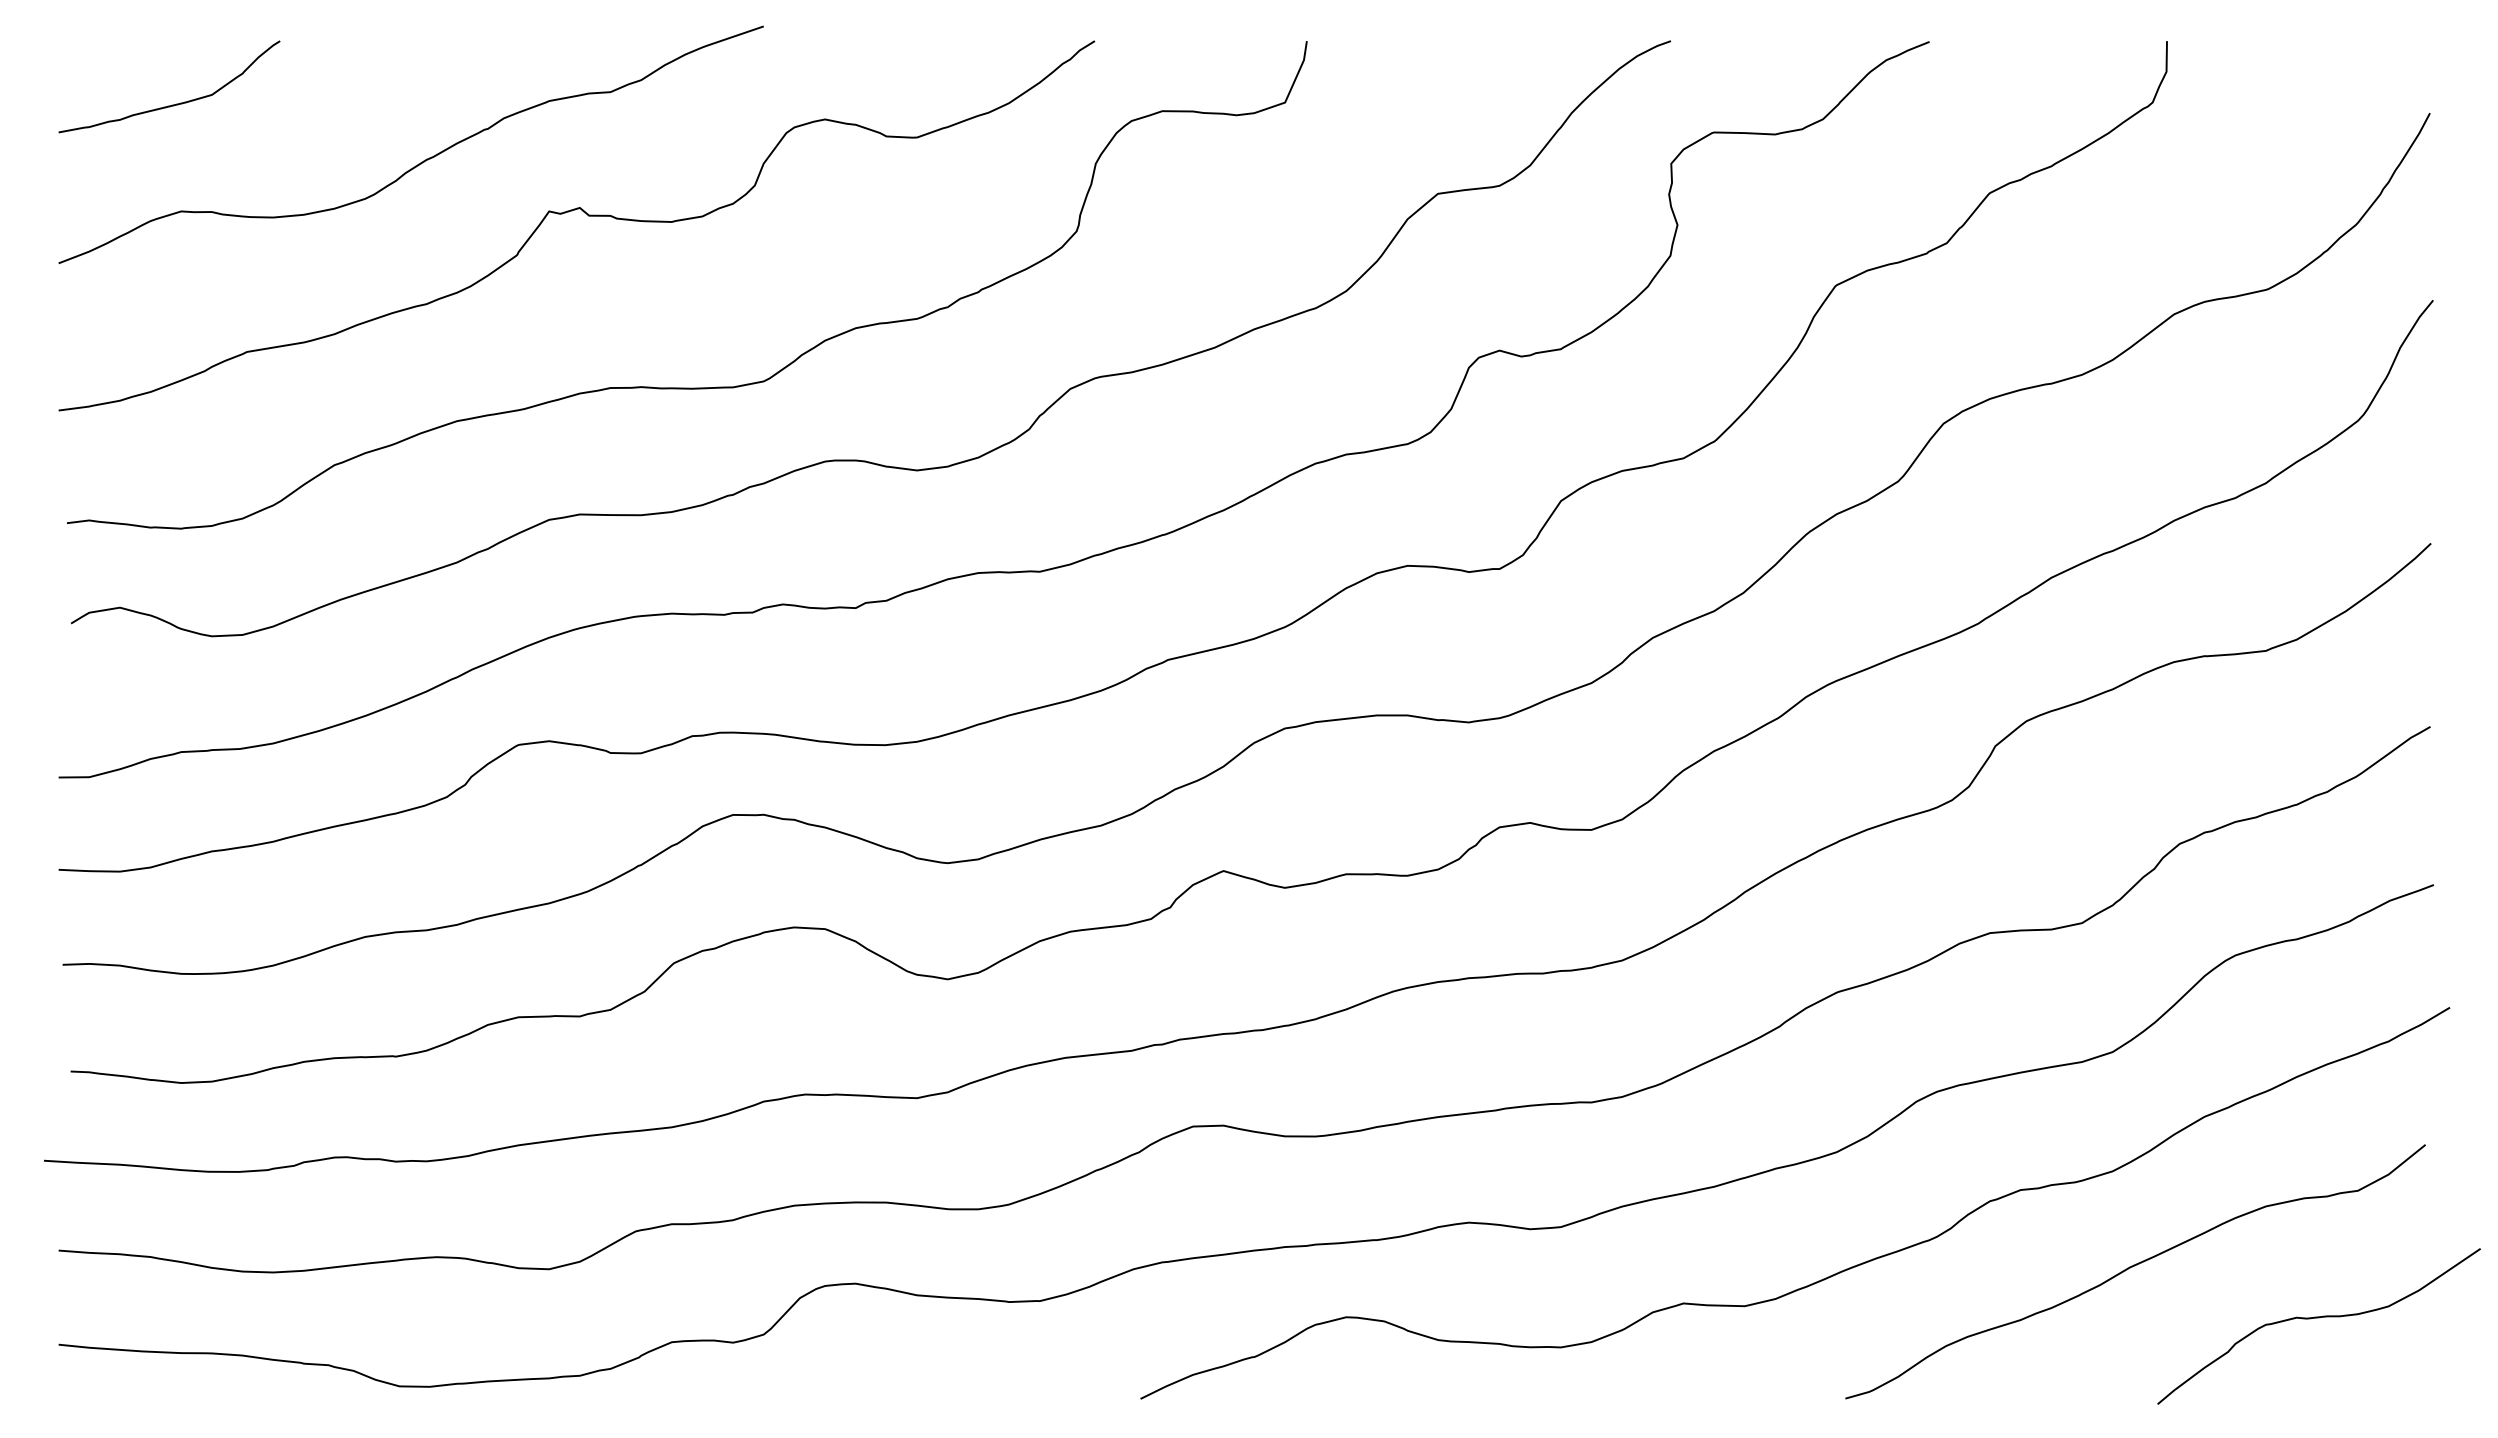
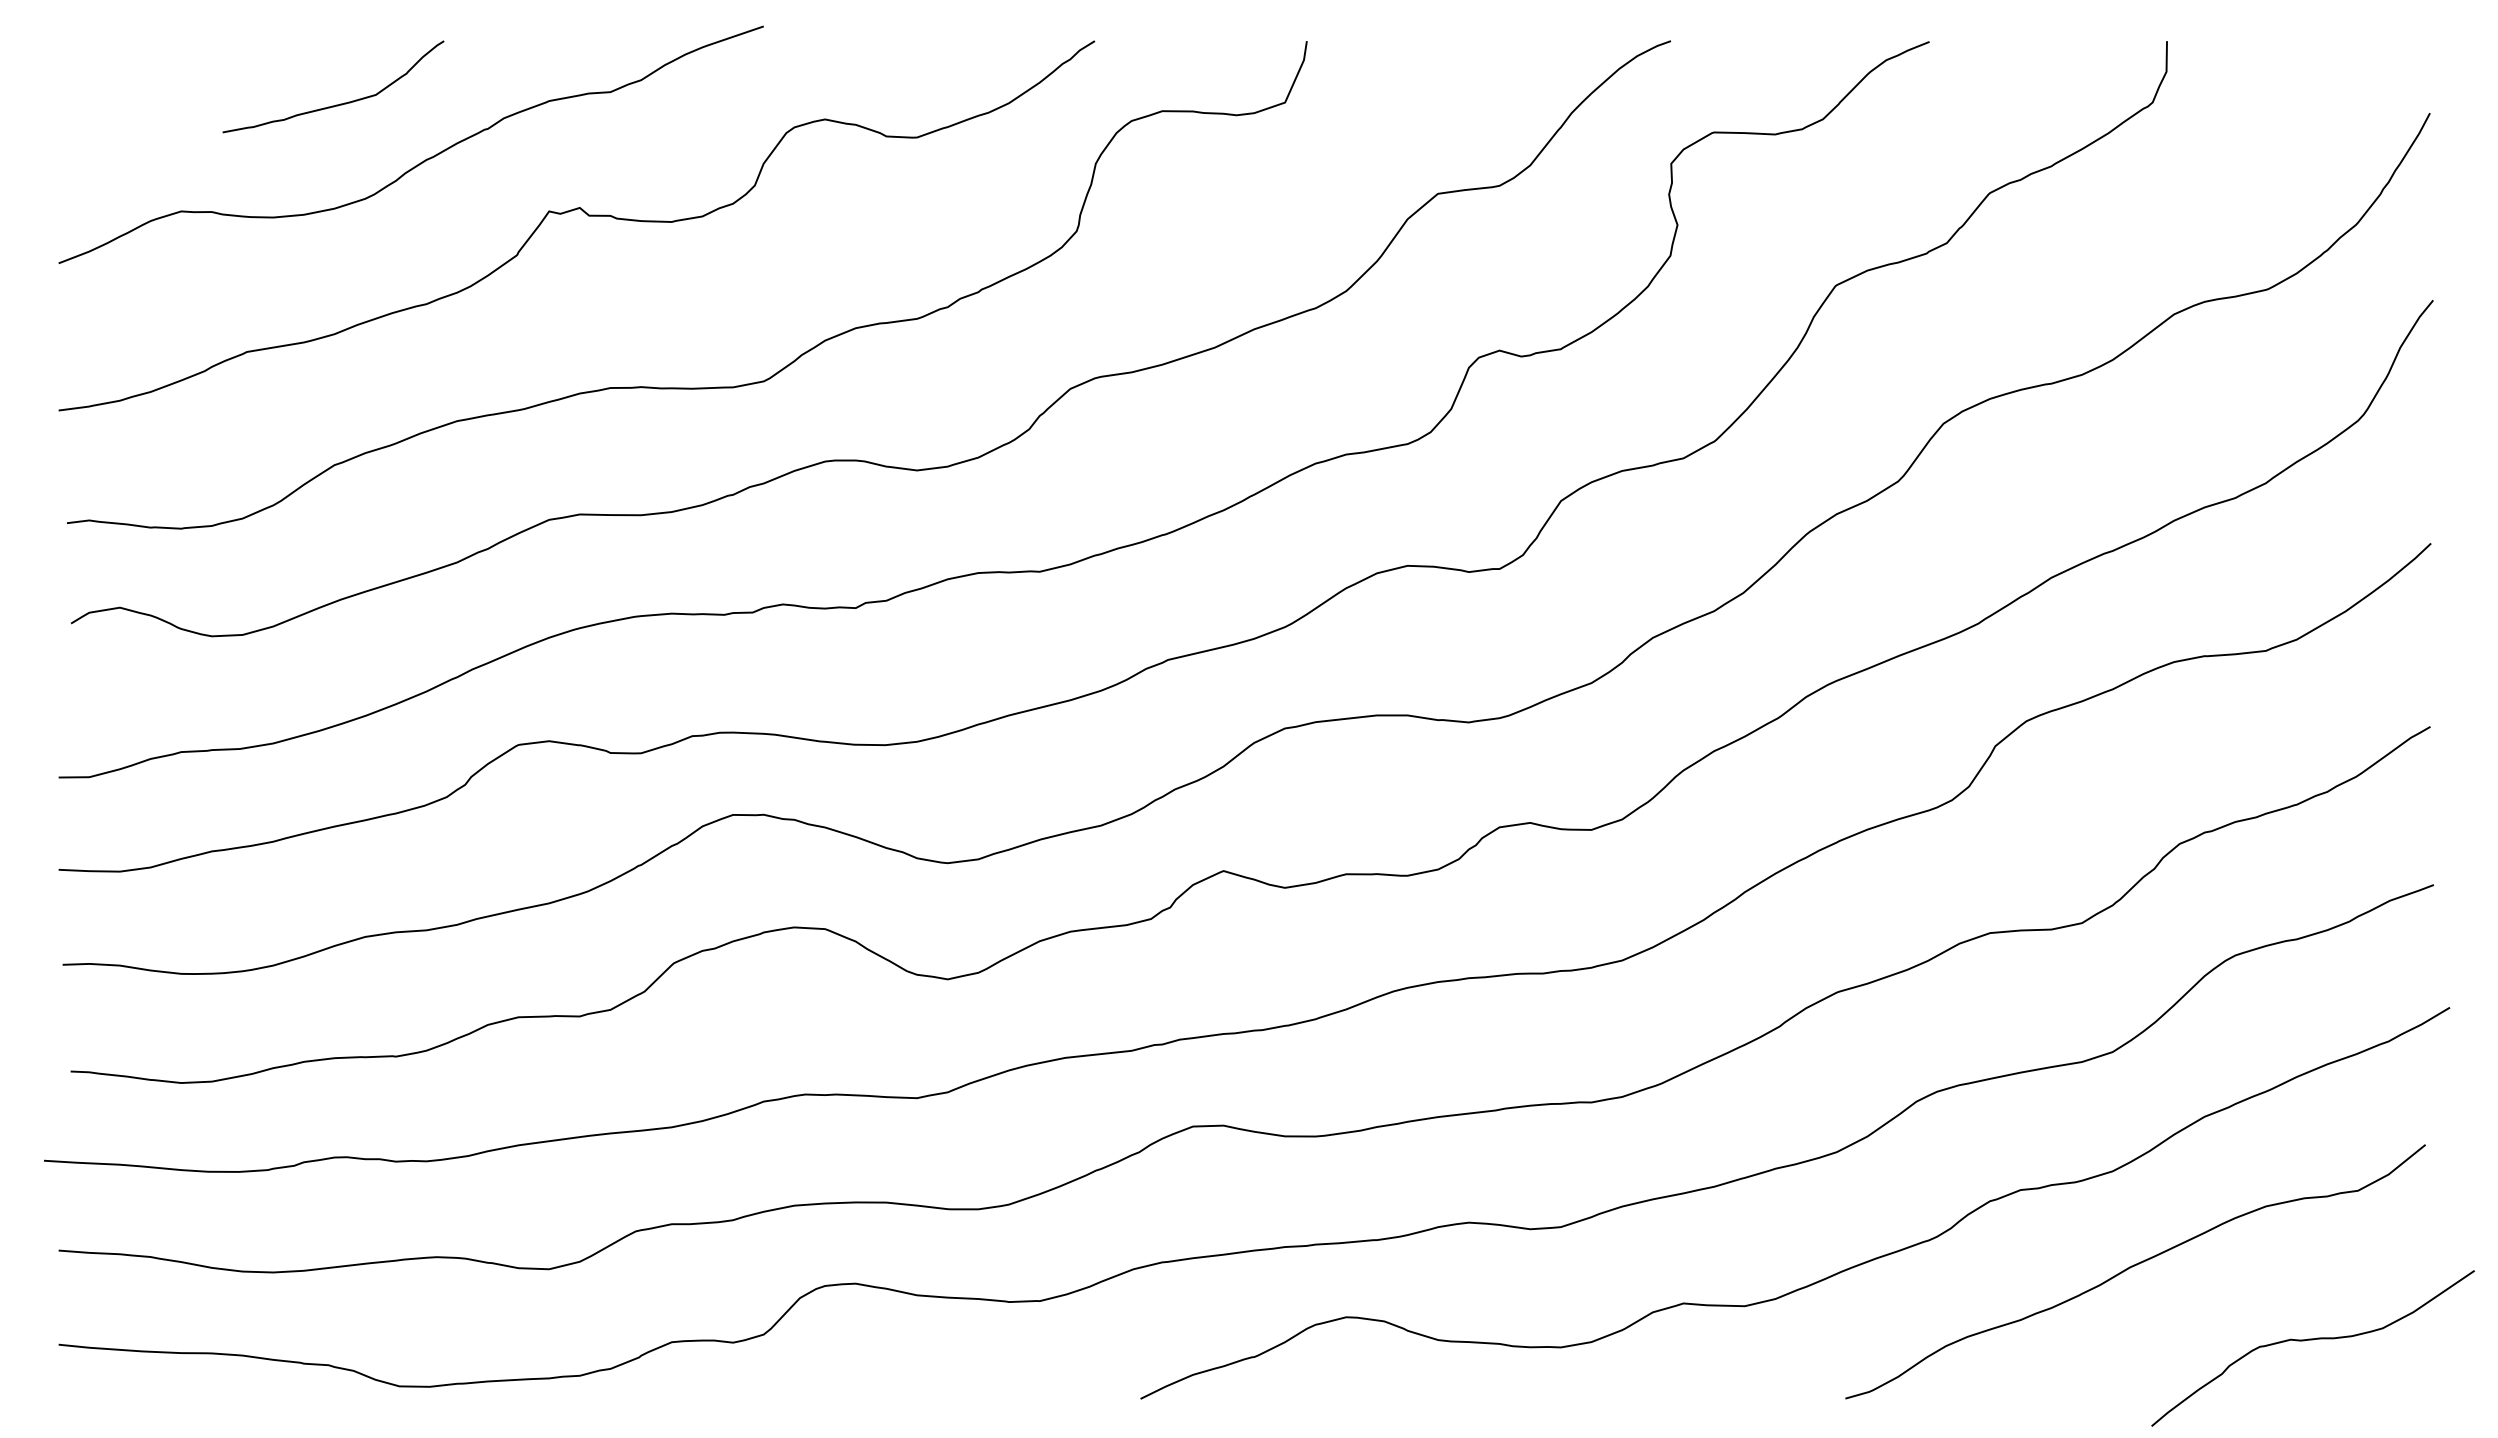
curve at (172, 104) position: (172, 104) -> (336, 104)
curve at (2318, 1318) position: (2318, 1318) -> (2312, 1340)
